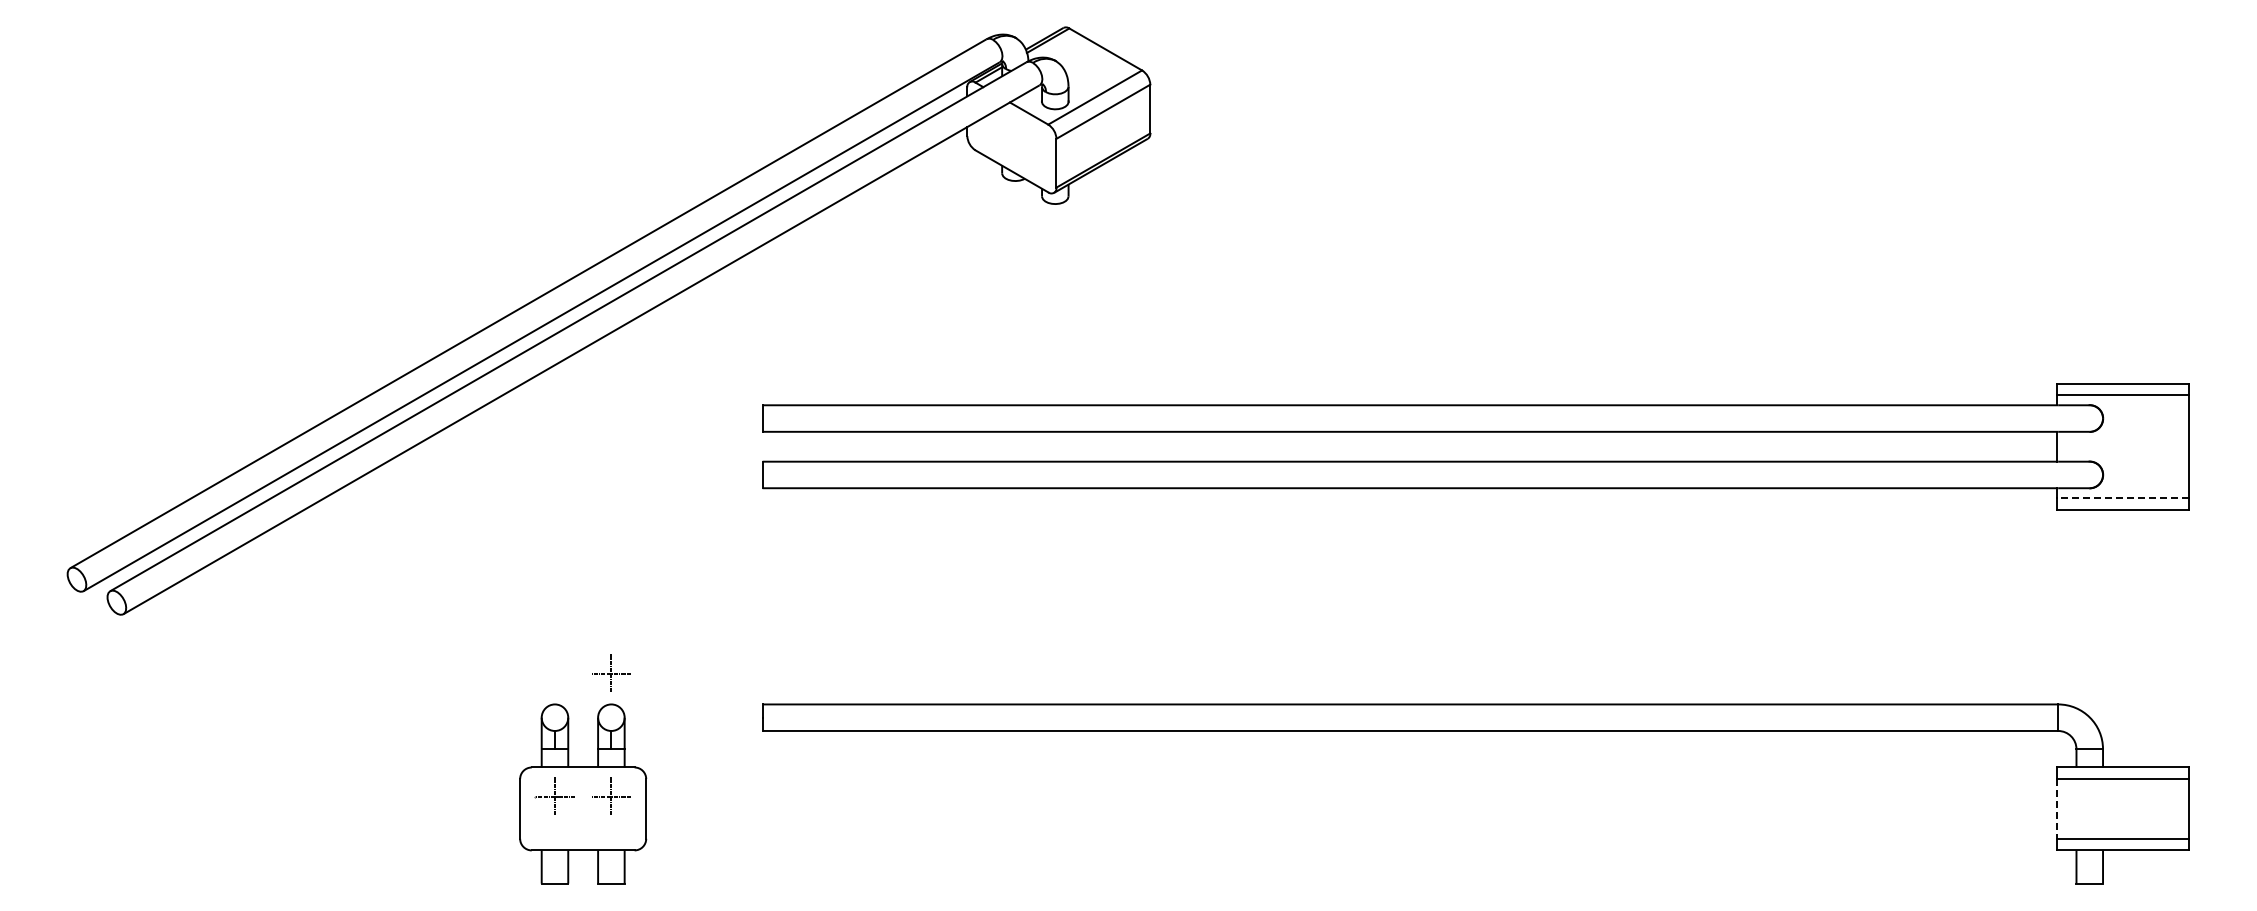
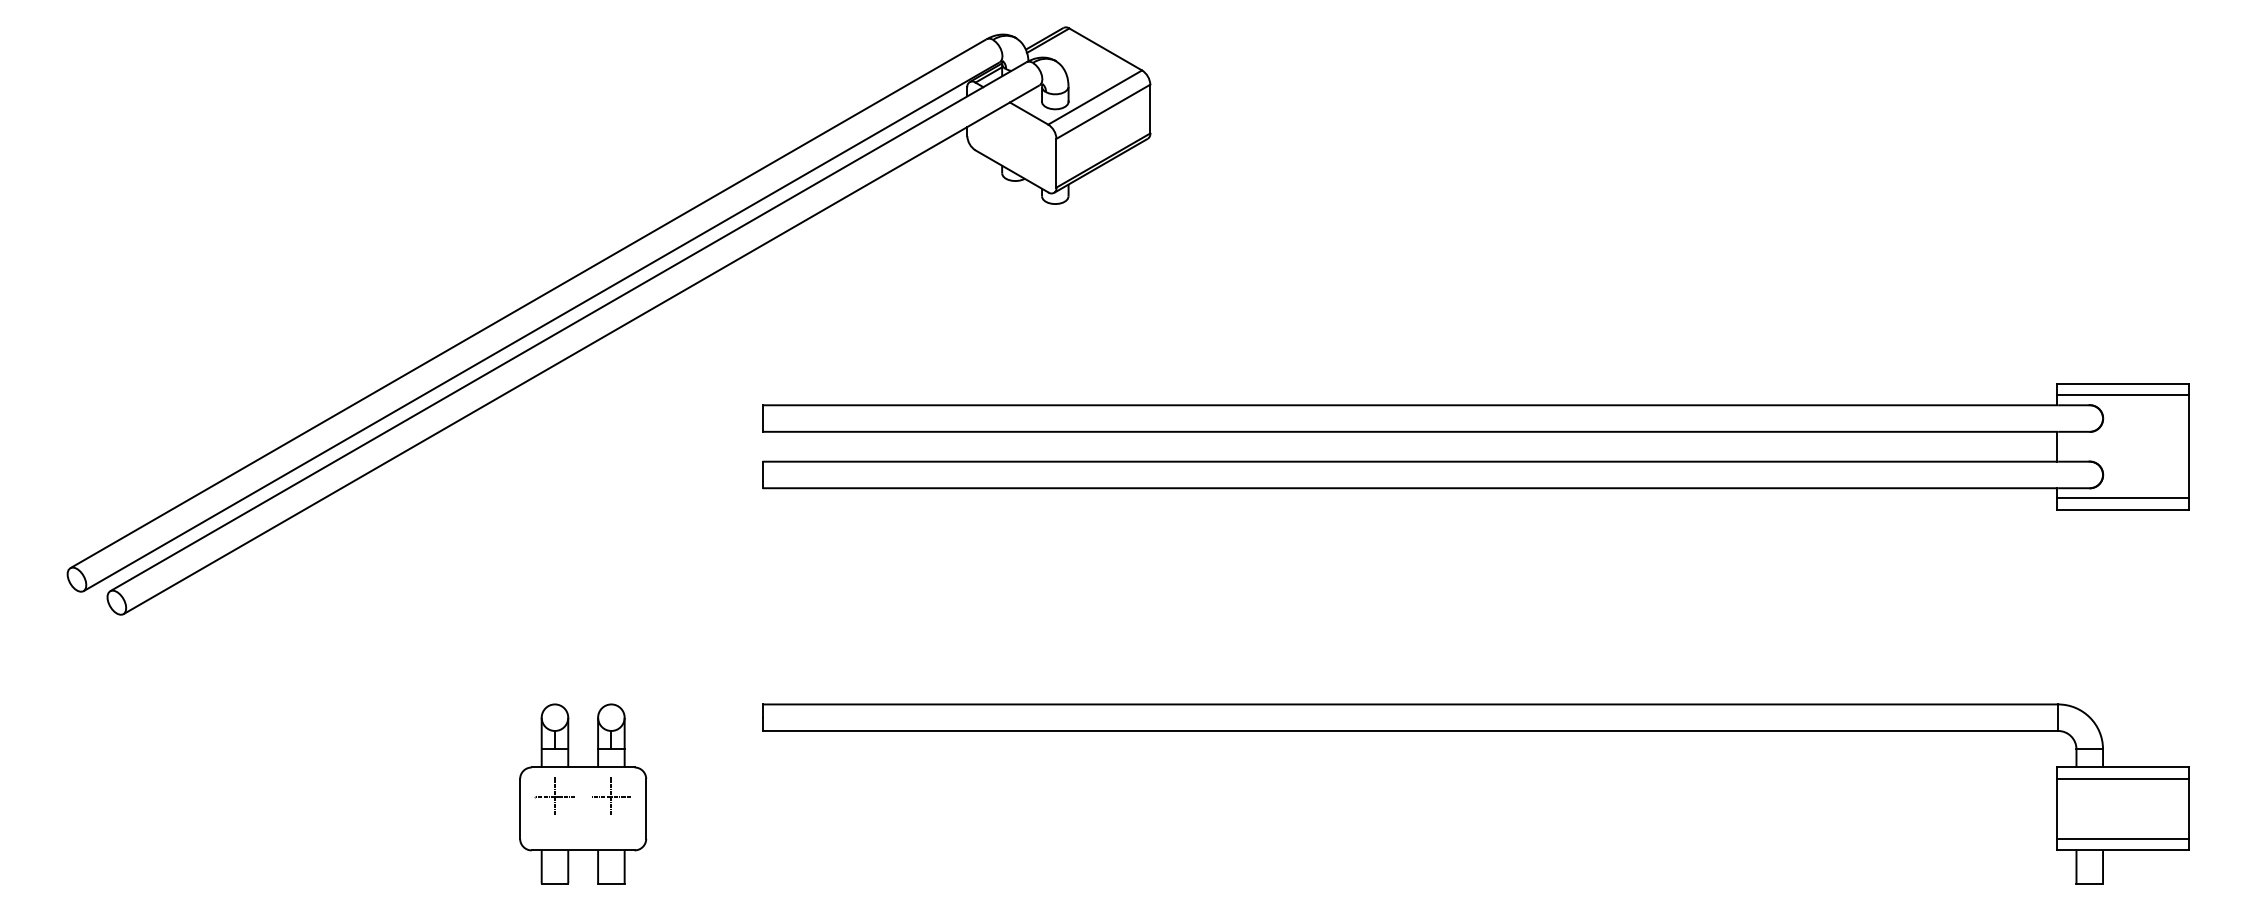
line at (2122, 498): dashed -> solid
part at (611, 672): present -> none
line at (2056, 808): dashed -> solid
